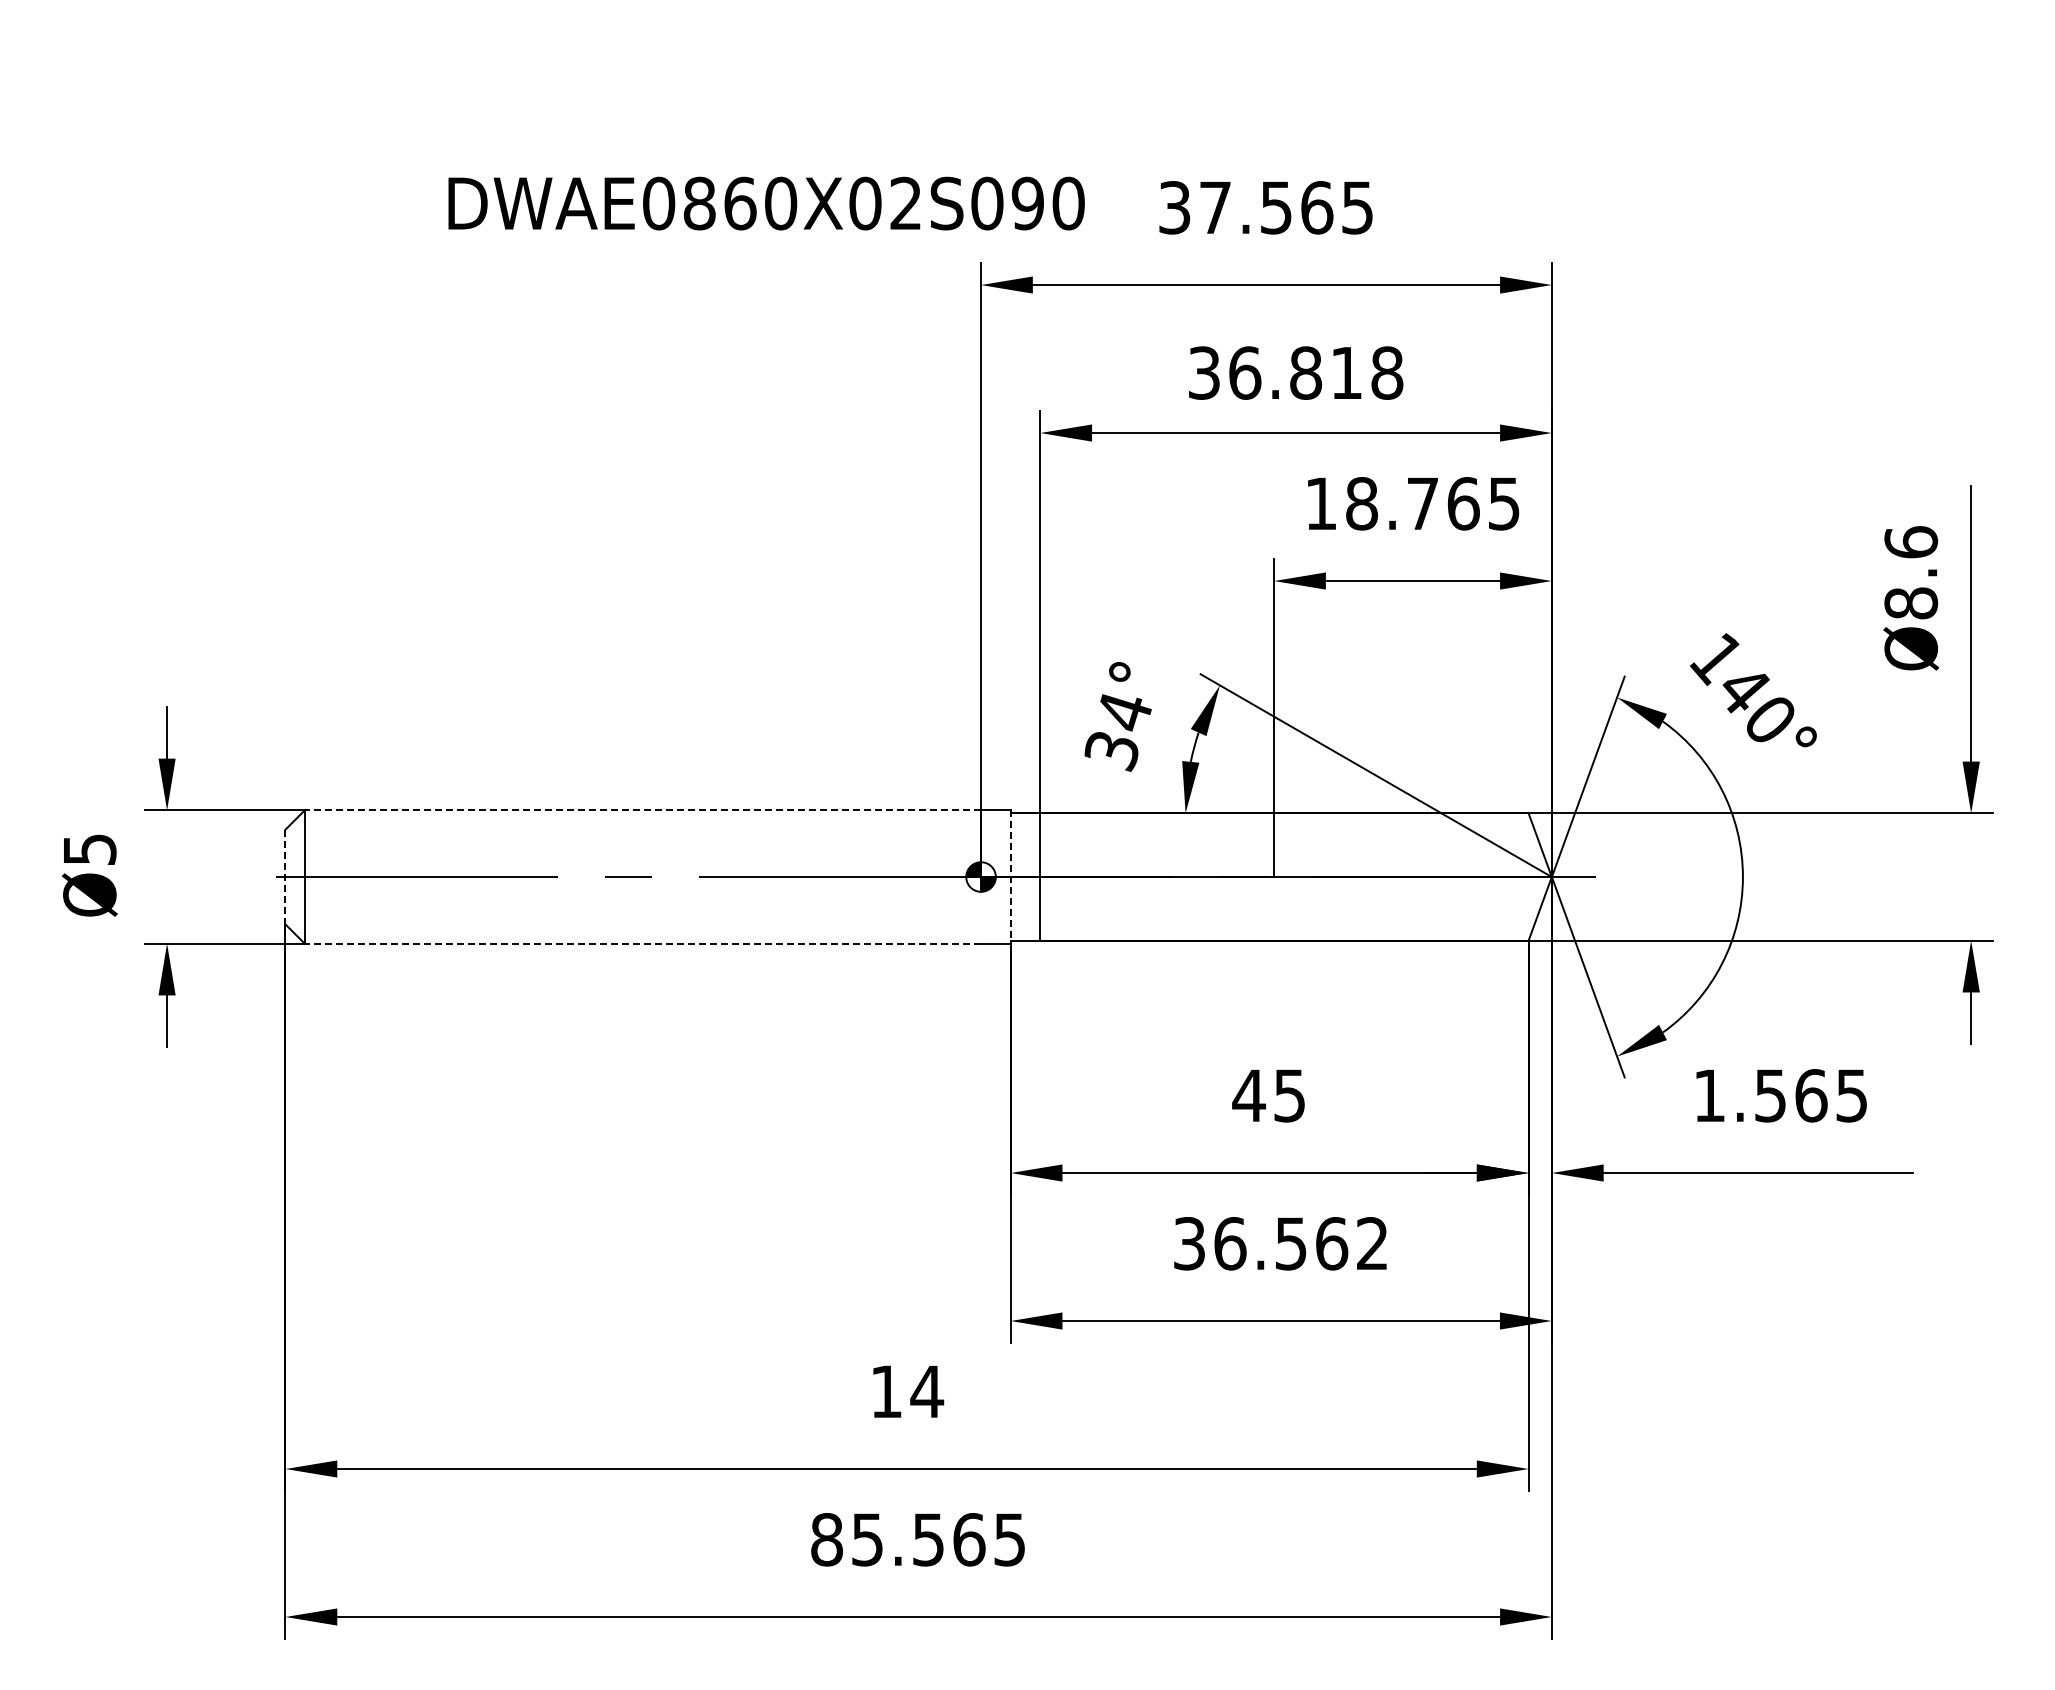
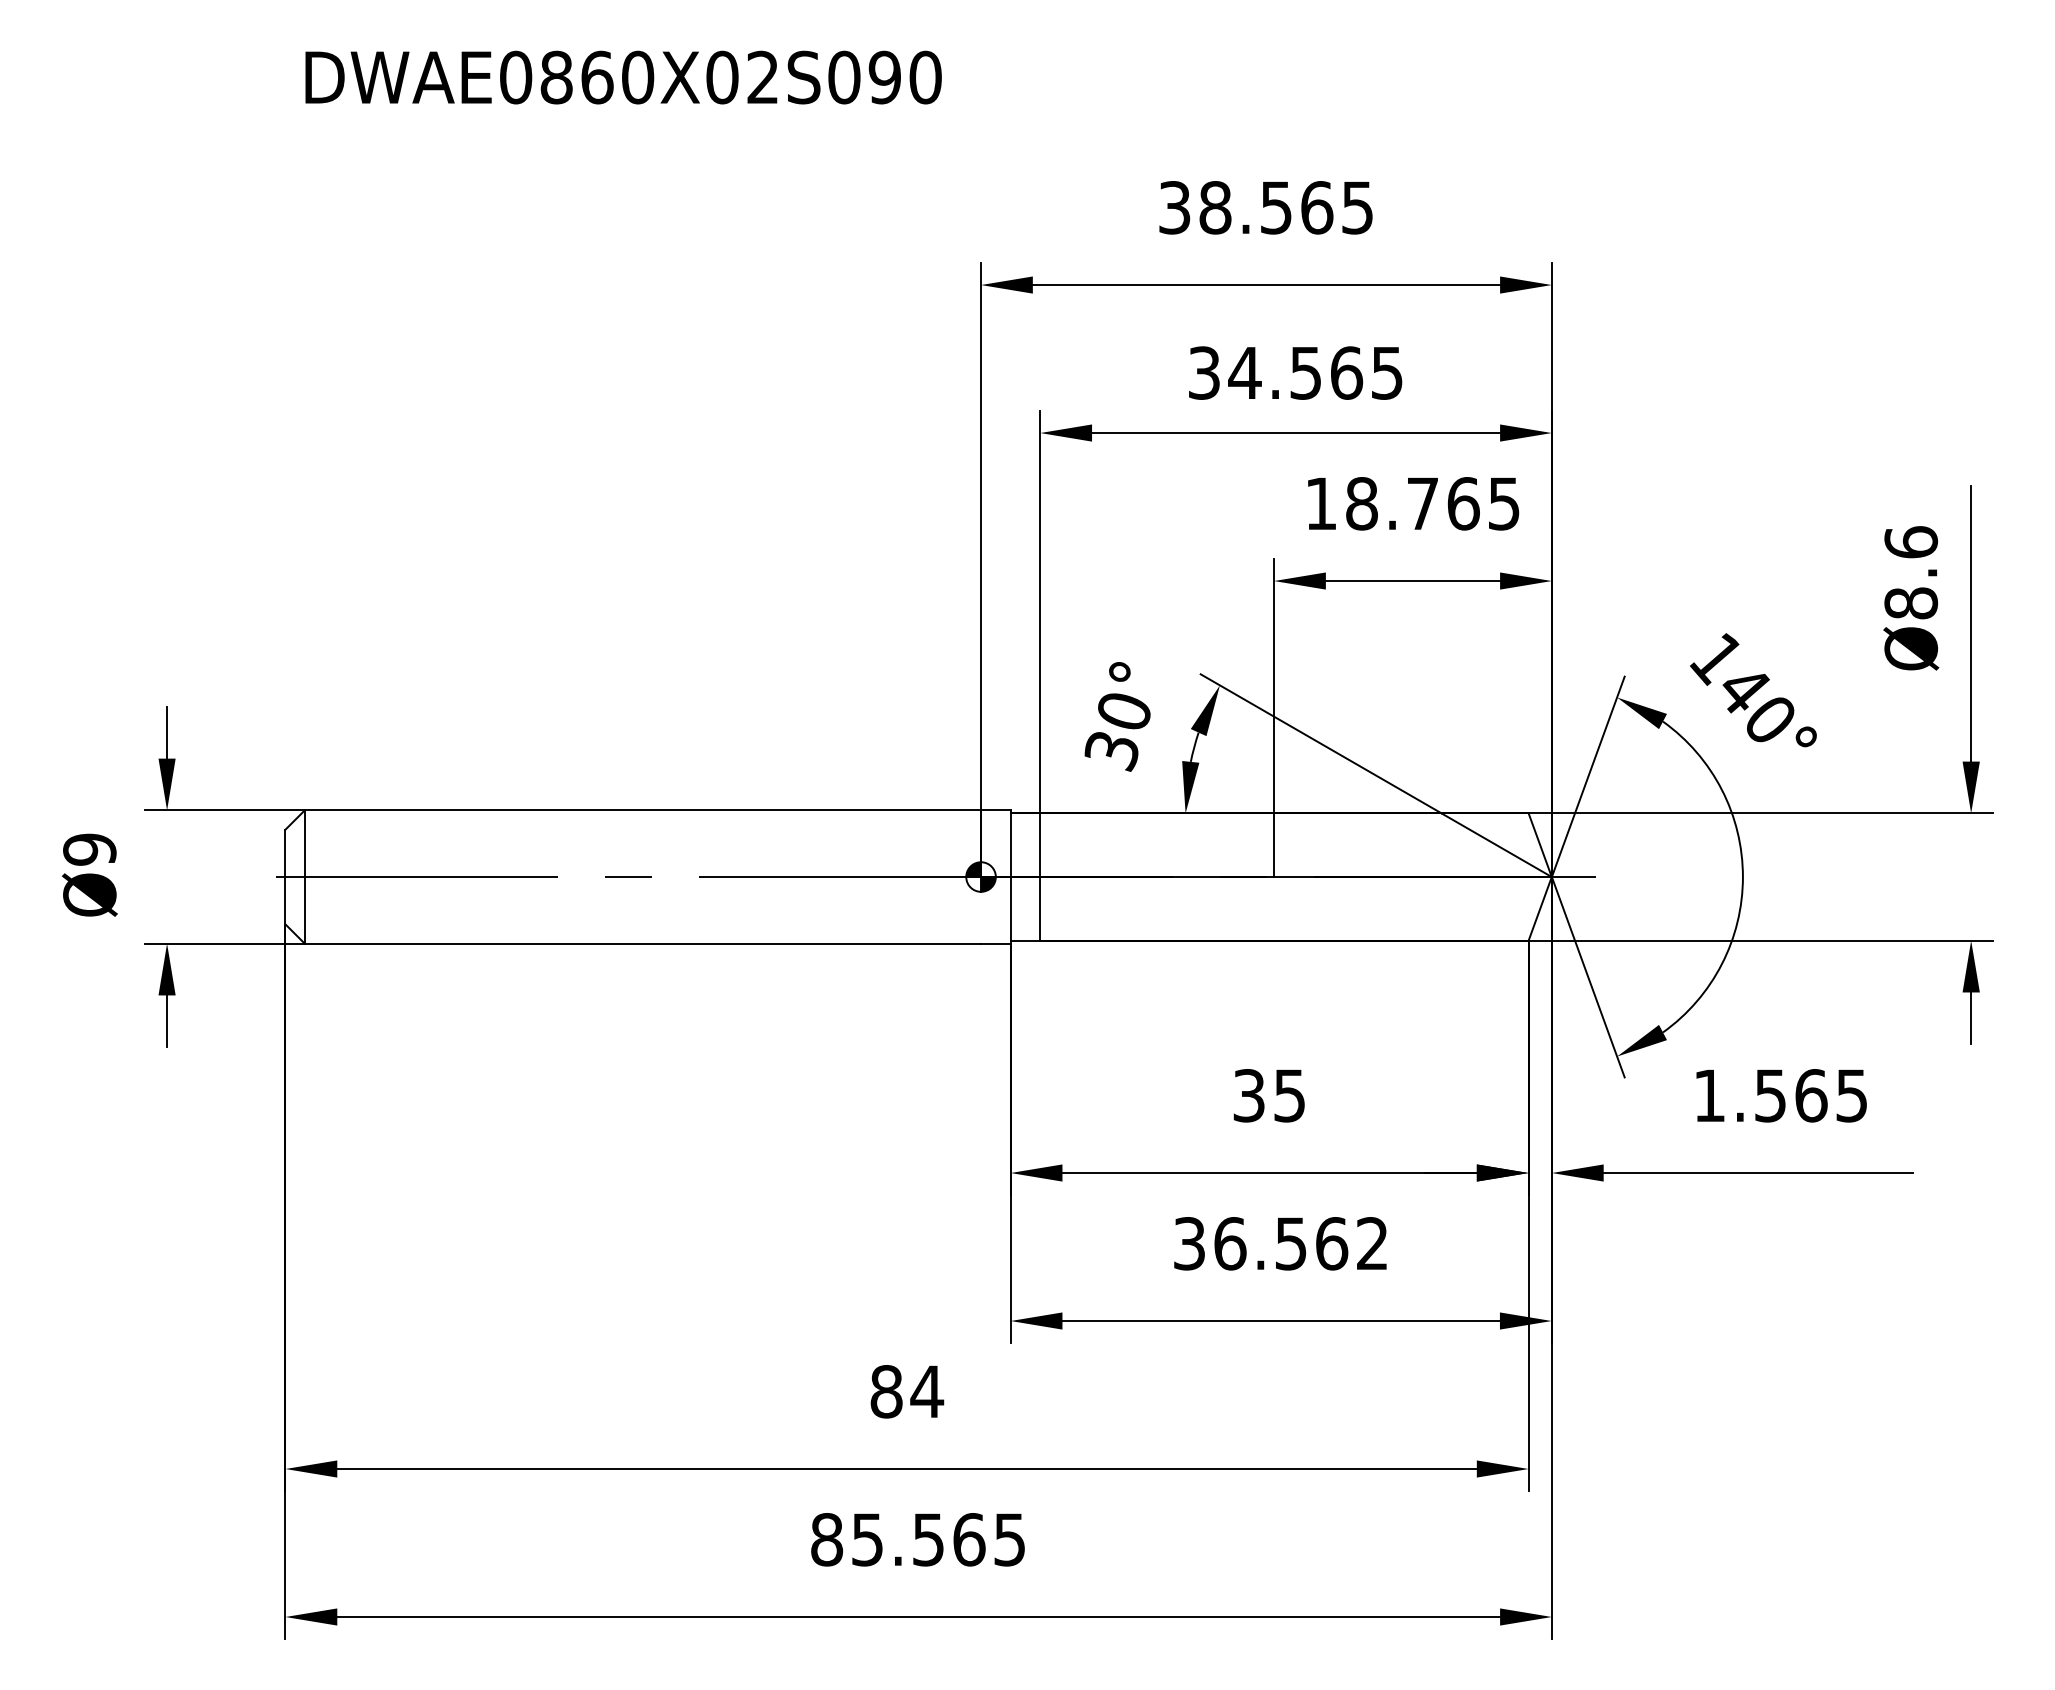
text at (766, 203) position: (766, 203) -> (623, 77)
text at (1215, 207): 37.565 -> 38.565
text at (1315, 372): 36.818 -> 34.565
text at (1124, 712): 34° -> 30°
line at (642, 810): dashed -> solid
text at (89, 849): Ø5 -> Ø9
line at (285, 877): dashed -> solid
line at (1010, 877): dashed -> solid
line at (642, 943): dashed -> solid
text at (1248, 1095): 45 -> 35
text at (886, 1391): 14 -> 84
